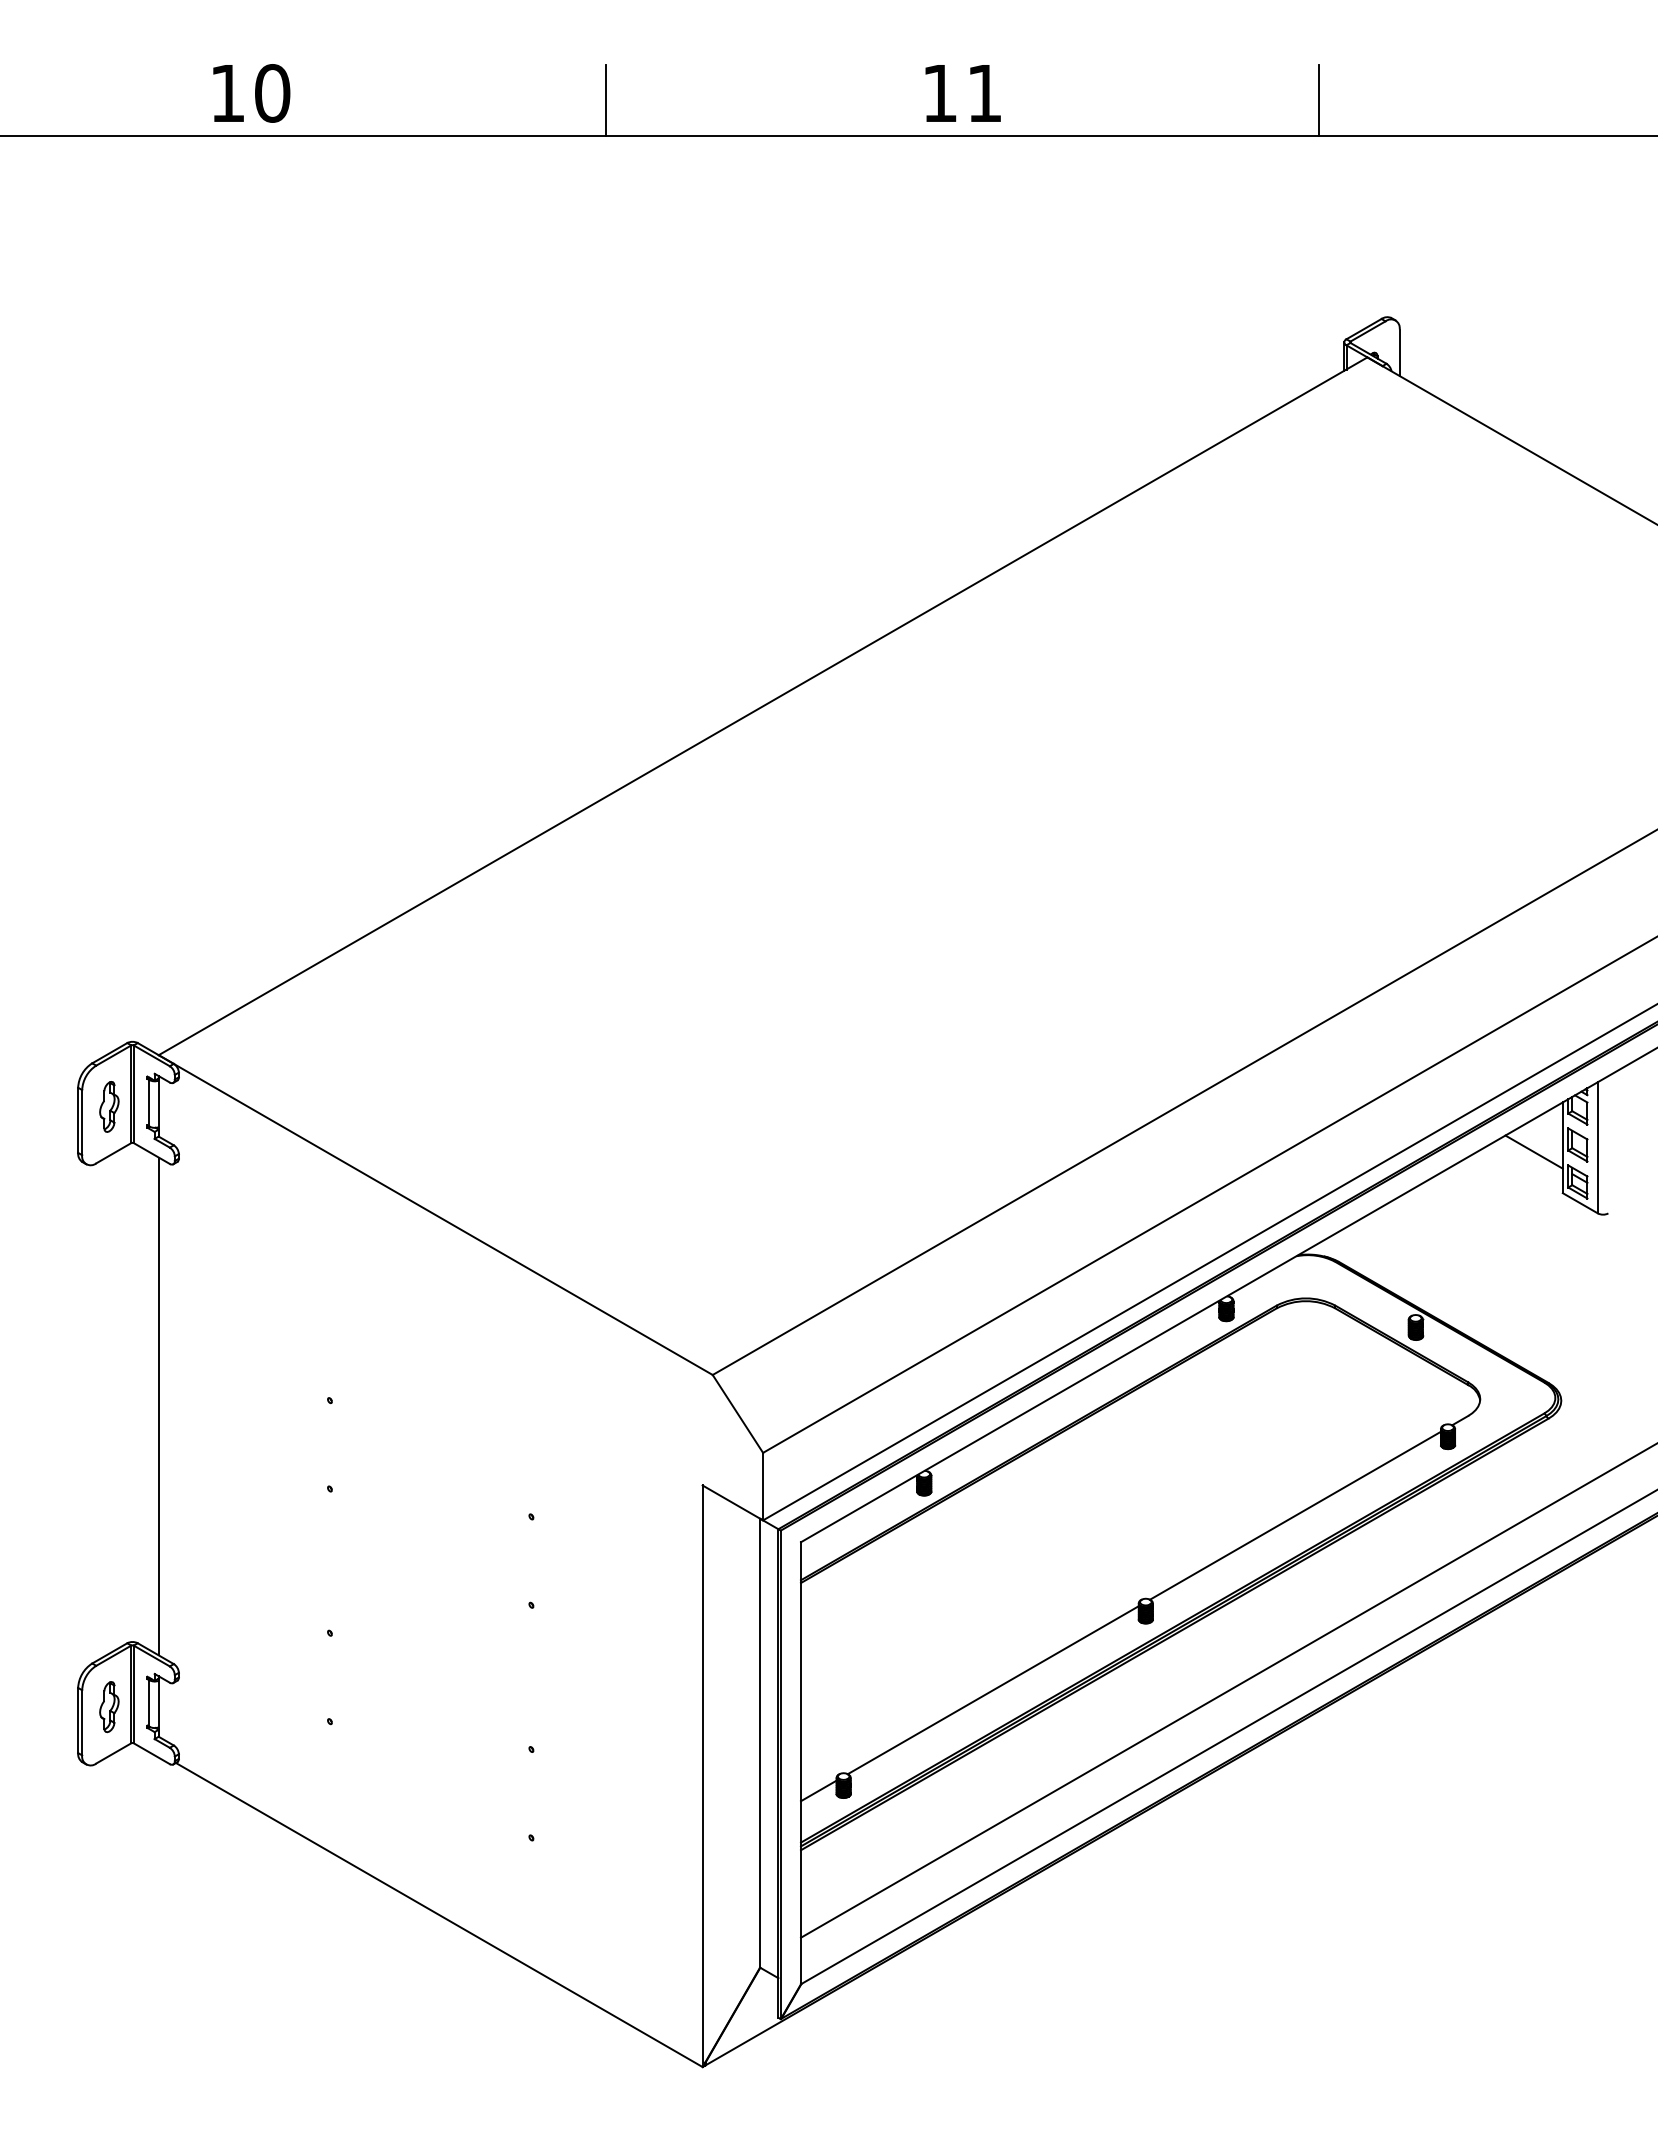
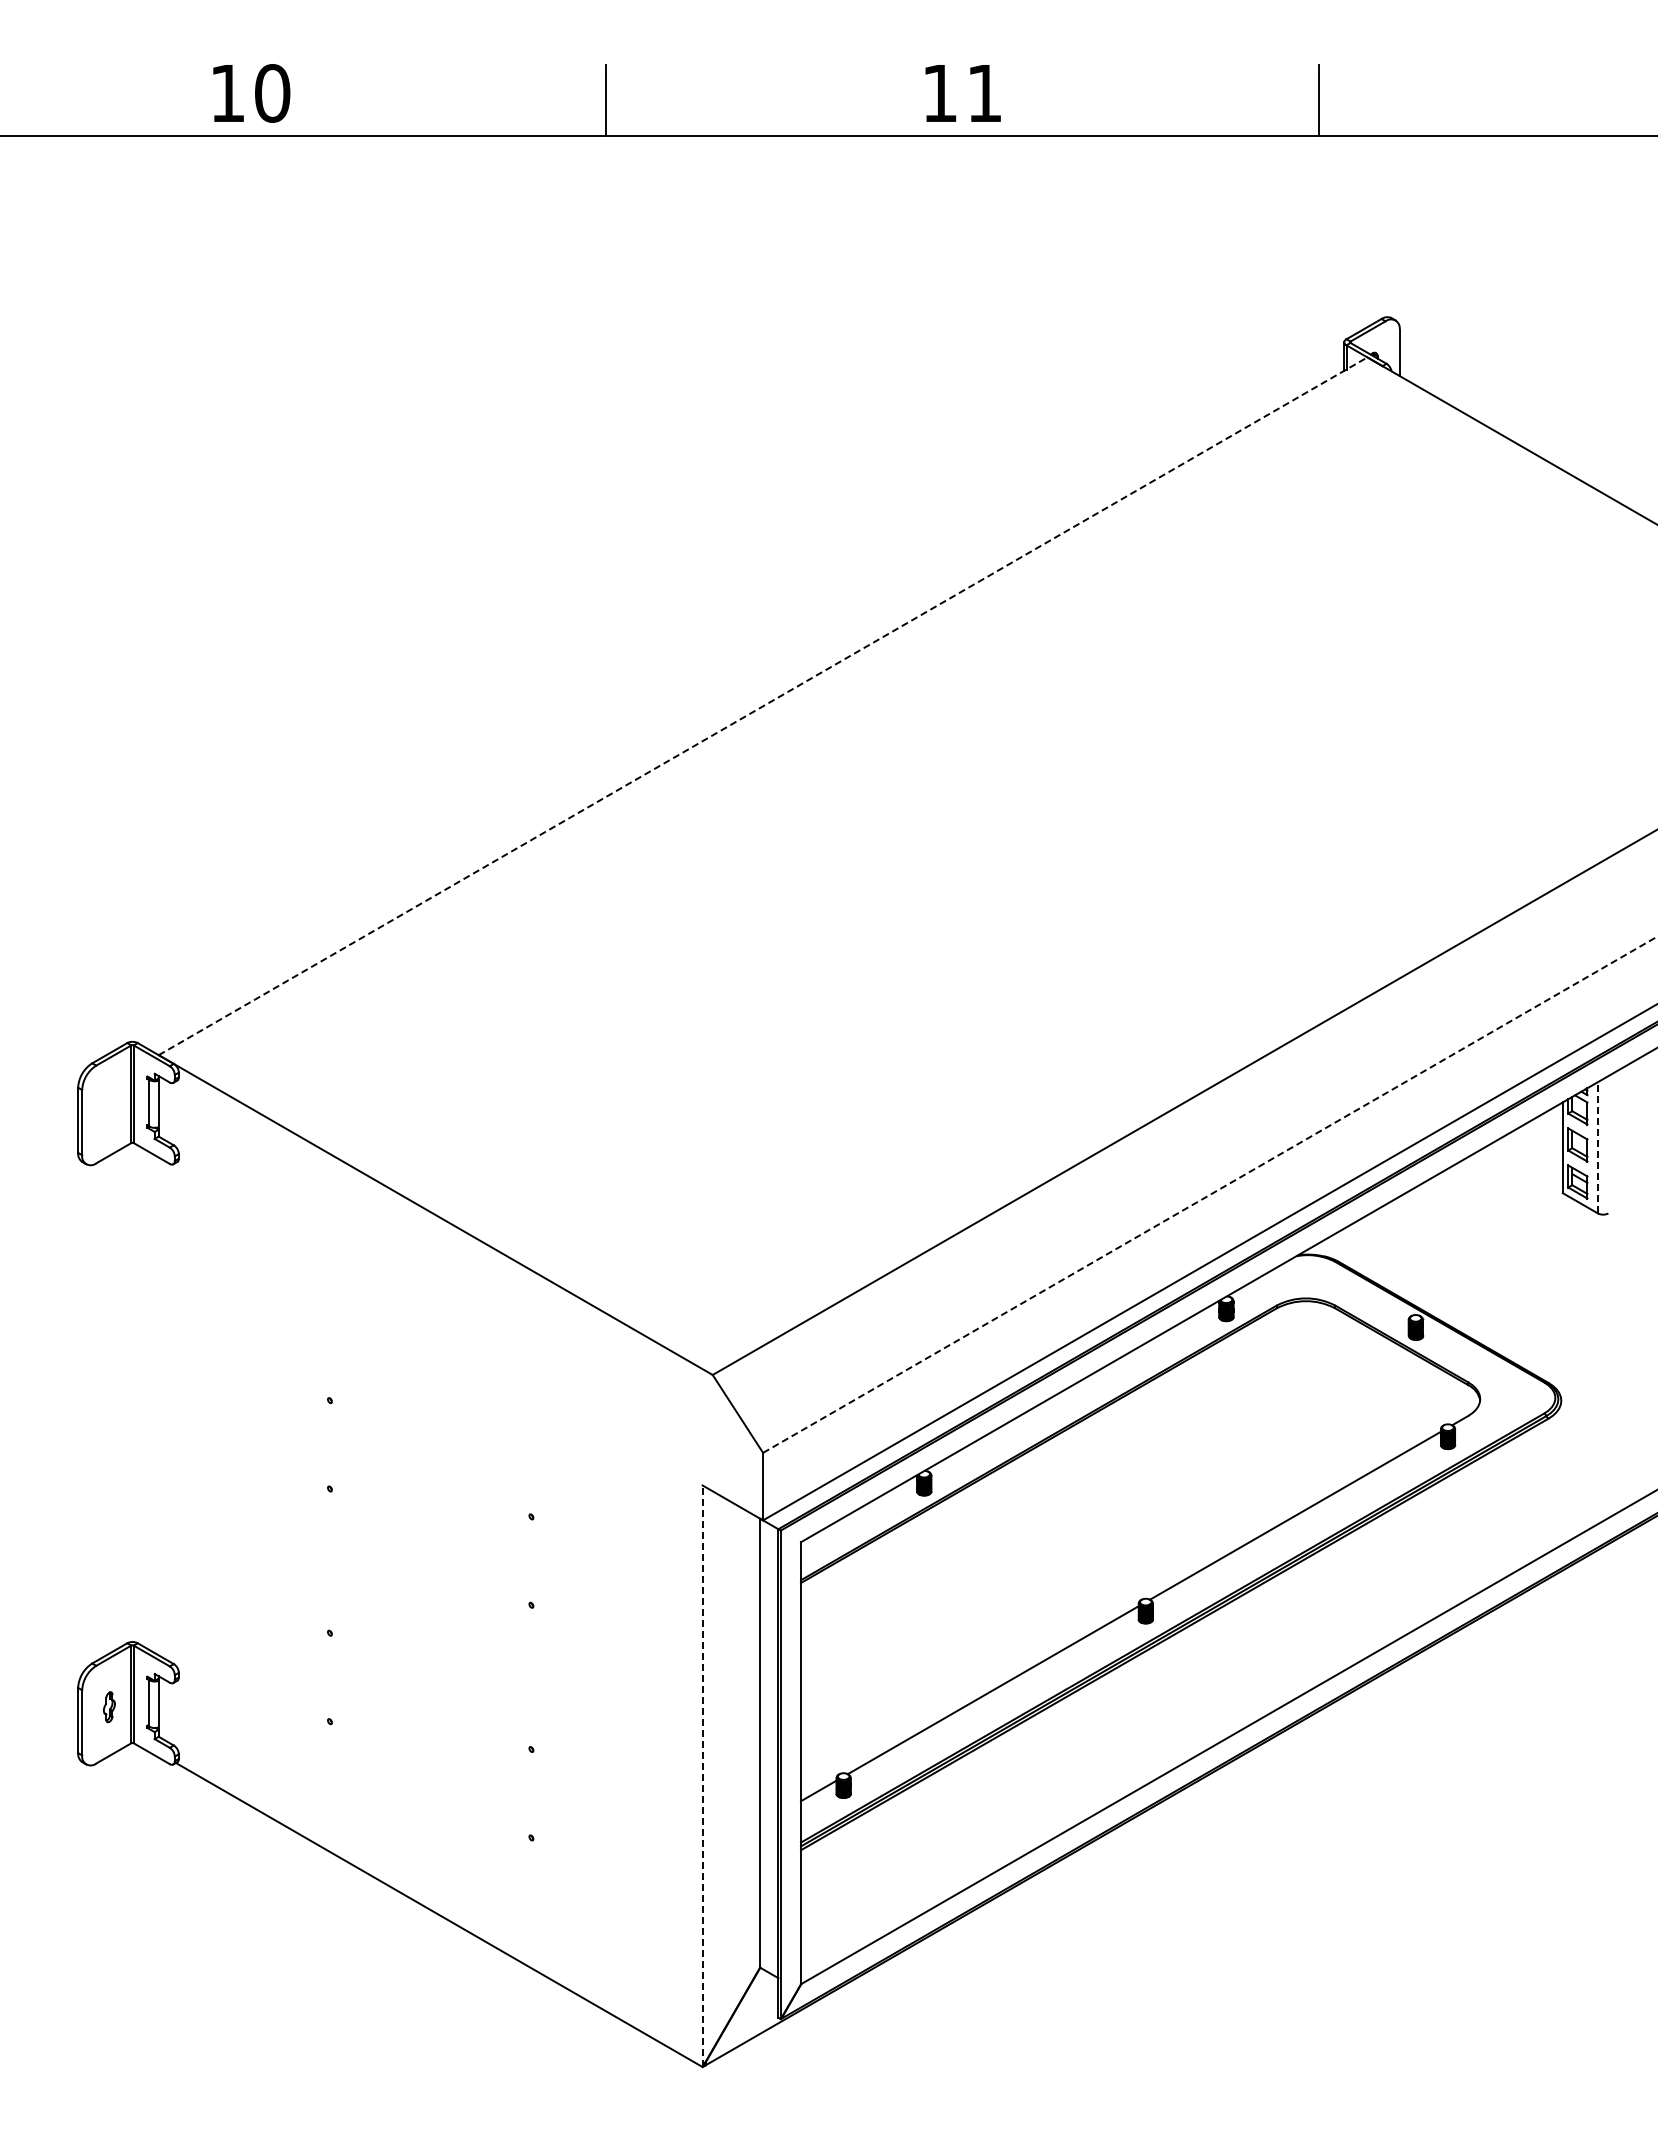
line at (763, 706): solid -> dashed
part at (109, 1106): present -> none
line at (1597, 1147): solid -> dashed
line at (1533, 1151): present -> none
line at (1210, 1194): solid -> dashed
line at (158, 1406): present -> none
line at (1227, 1690): present -> none
part at (109, 1707) size: 21x53 px -> 13x33 px
line at (702, 1776): solid -> dashed
